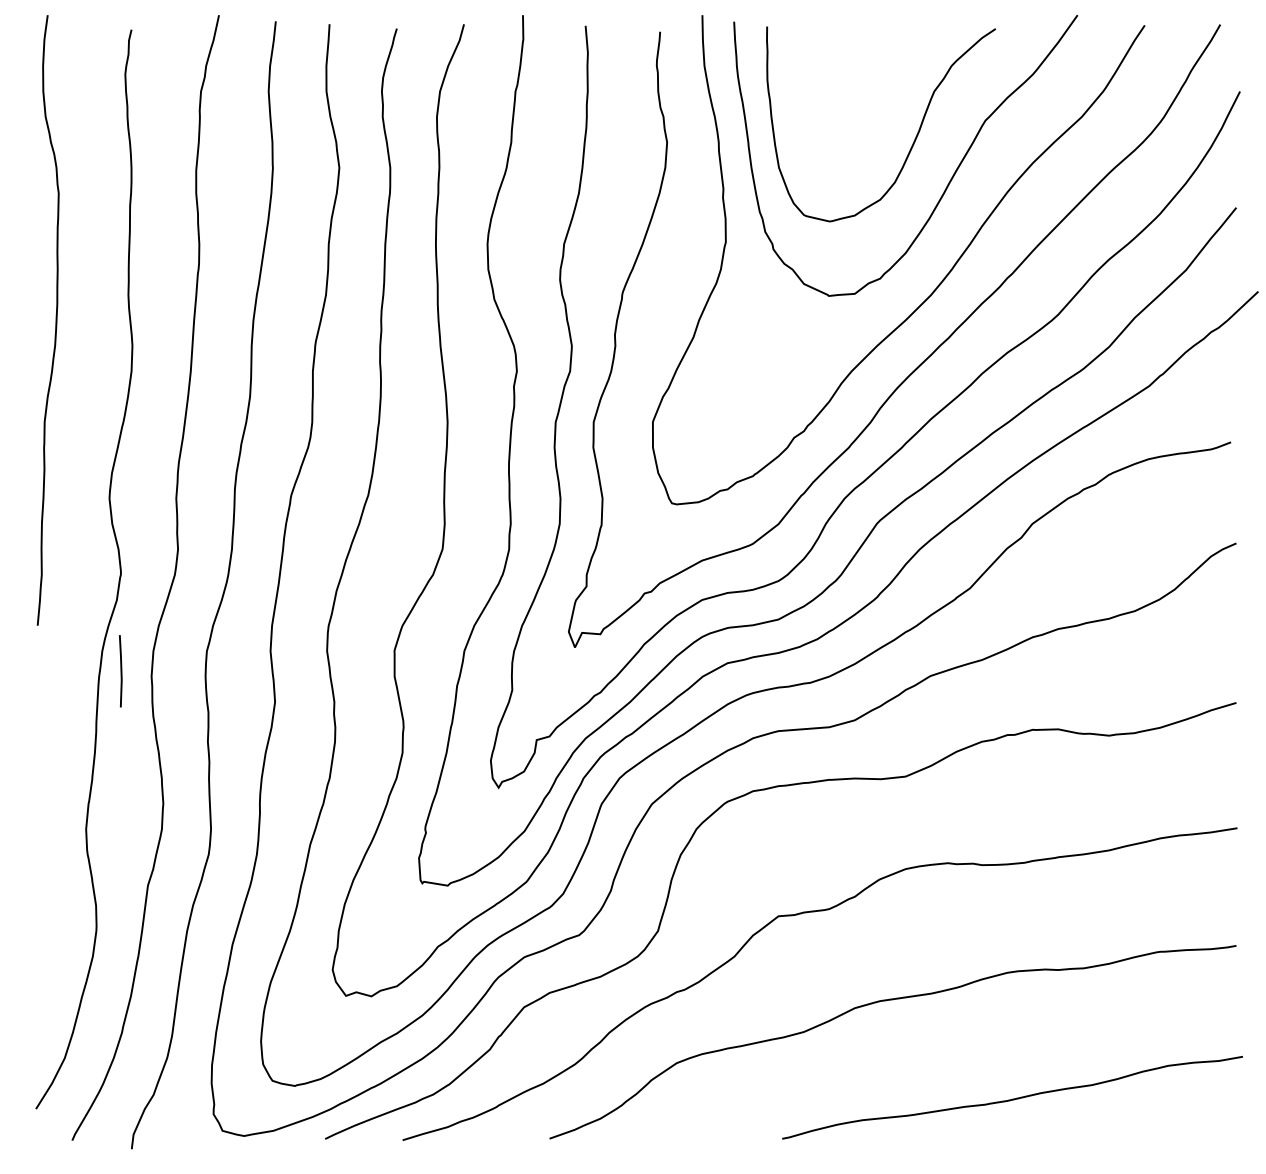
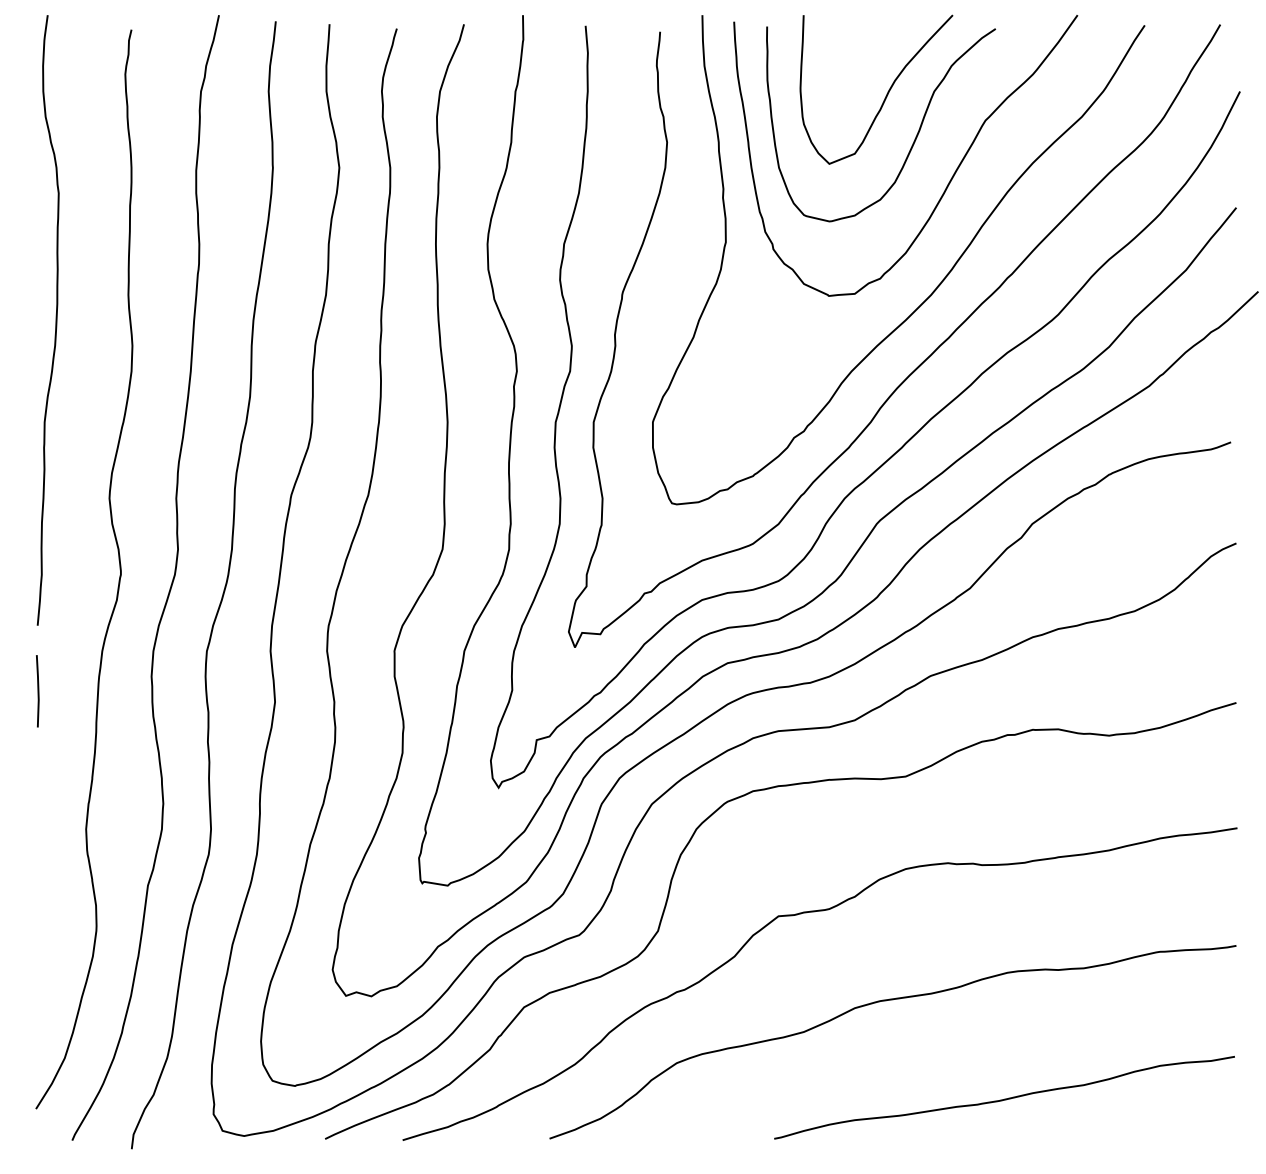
curve at (886, 93): none -> present
line at (120, 671) position: (120, 671) -> (37, 691)
curve at (1012, 1098) position: (1012, 1098) -> (1004, 1098)
